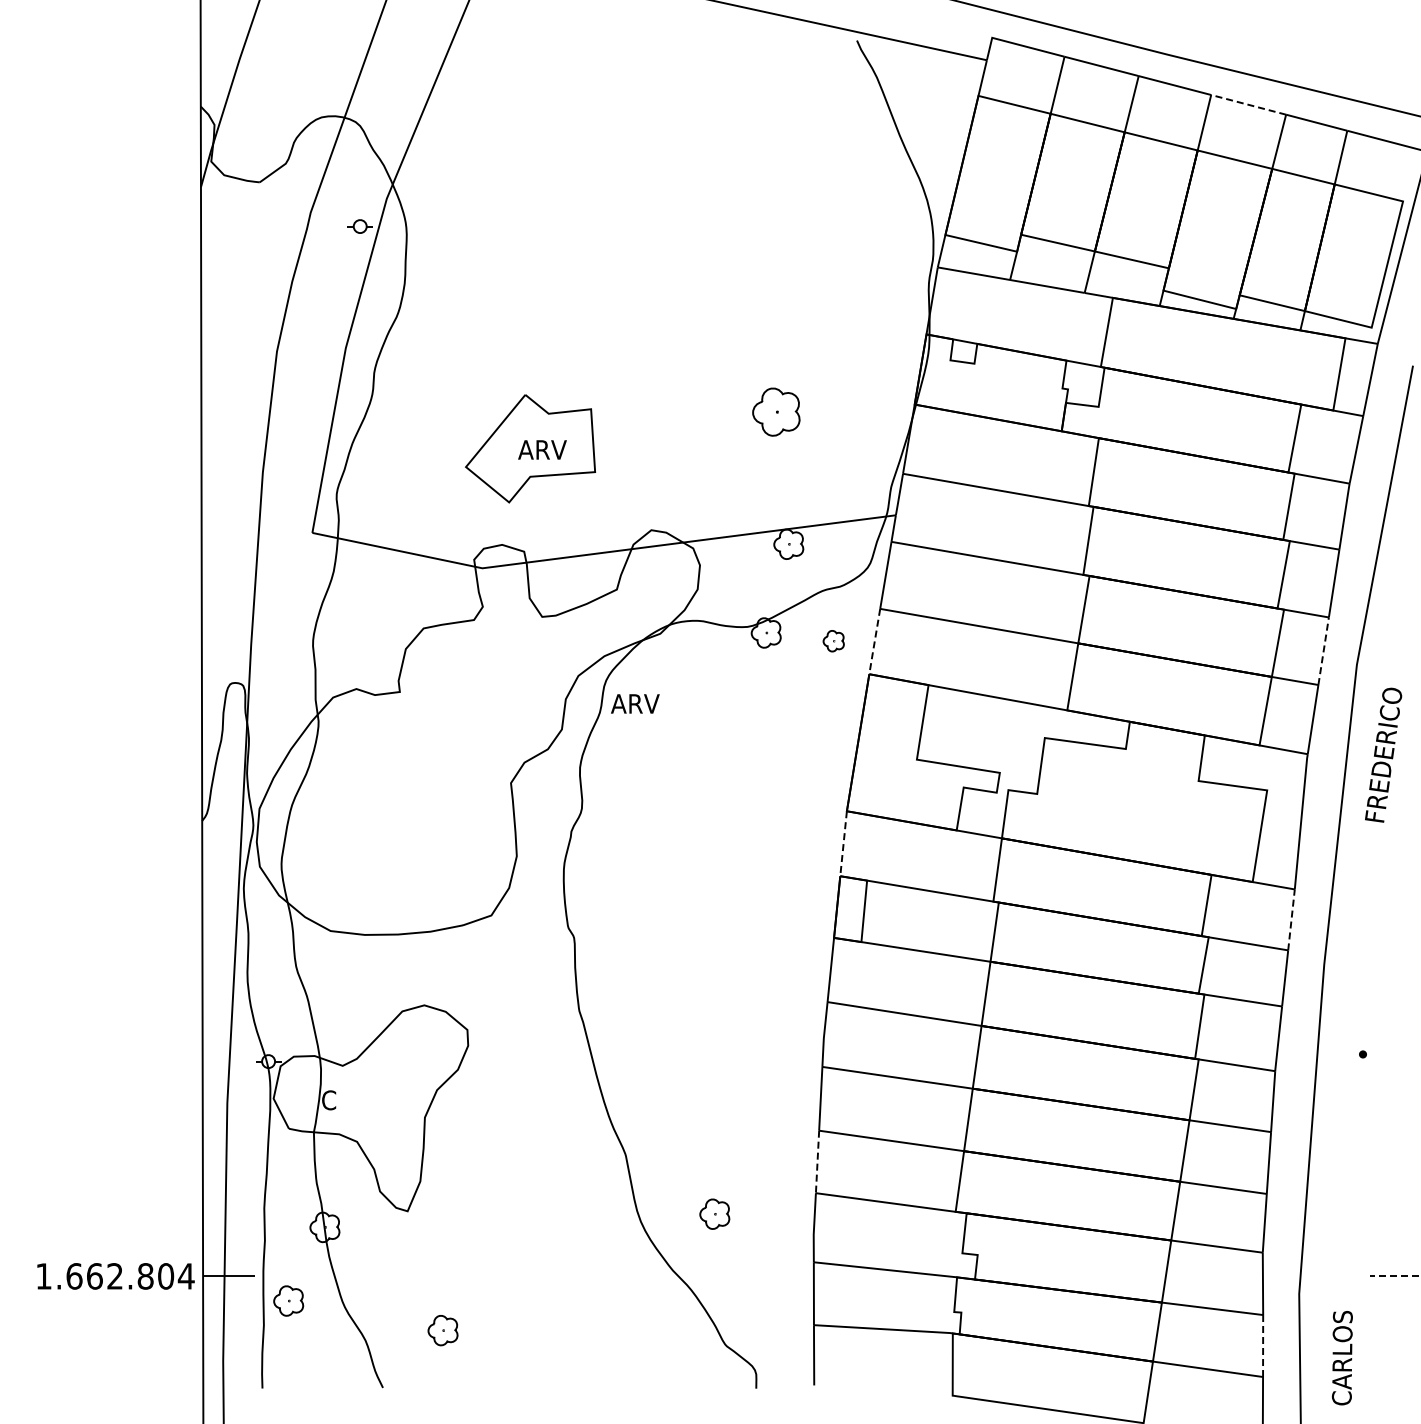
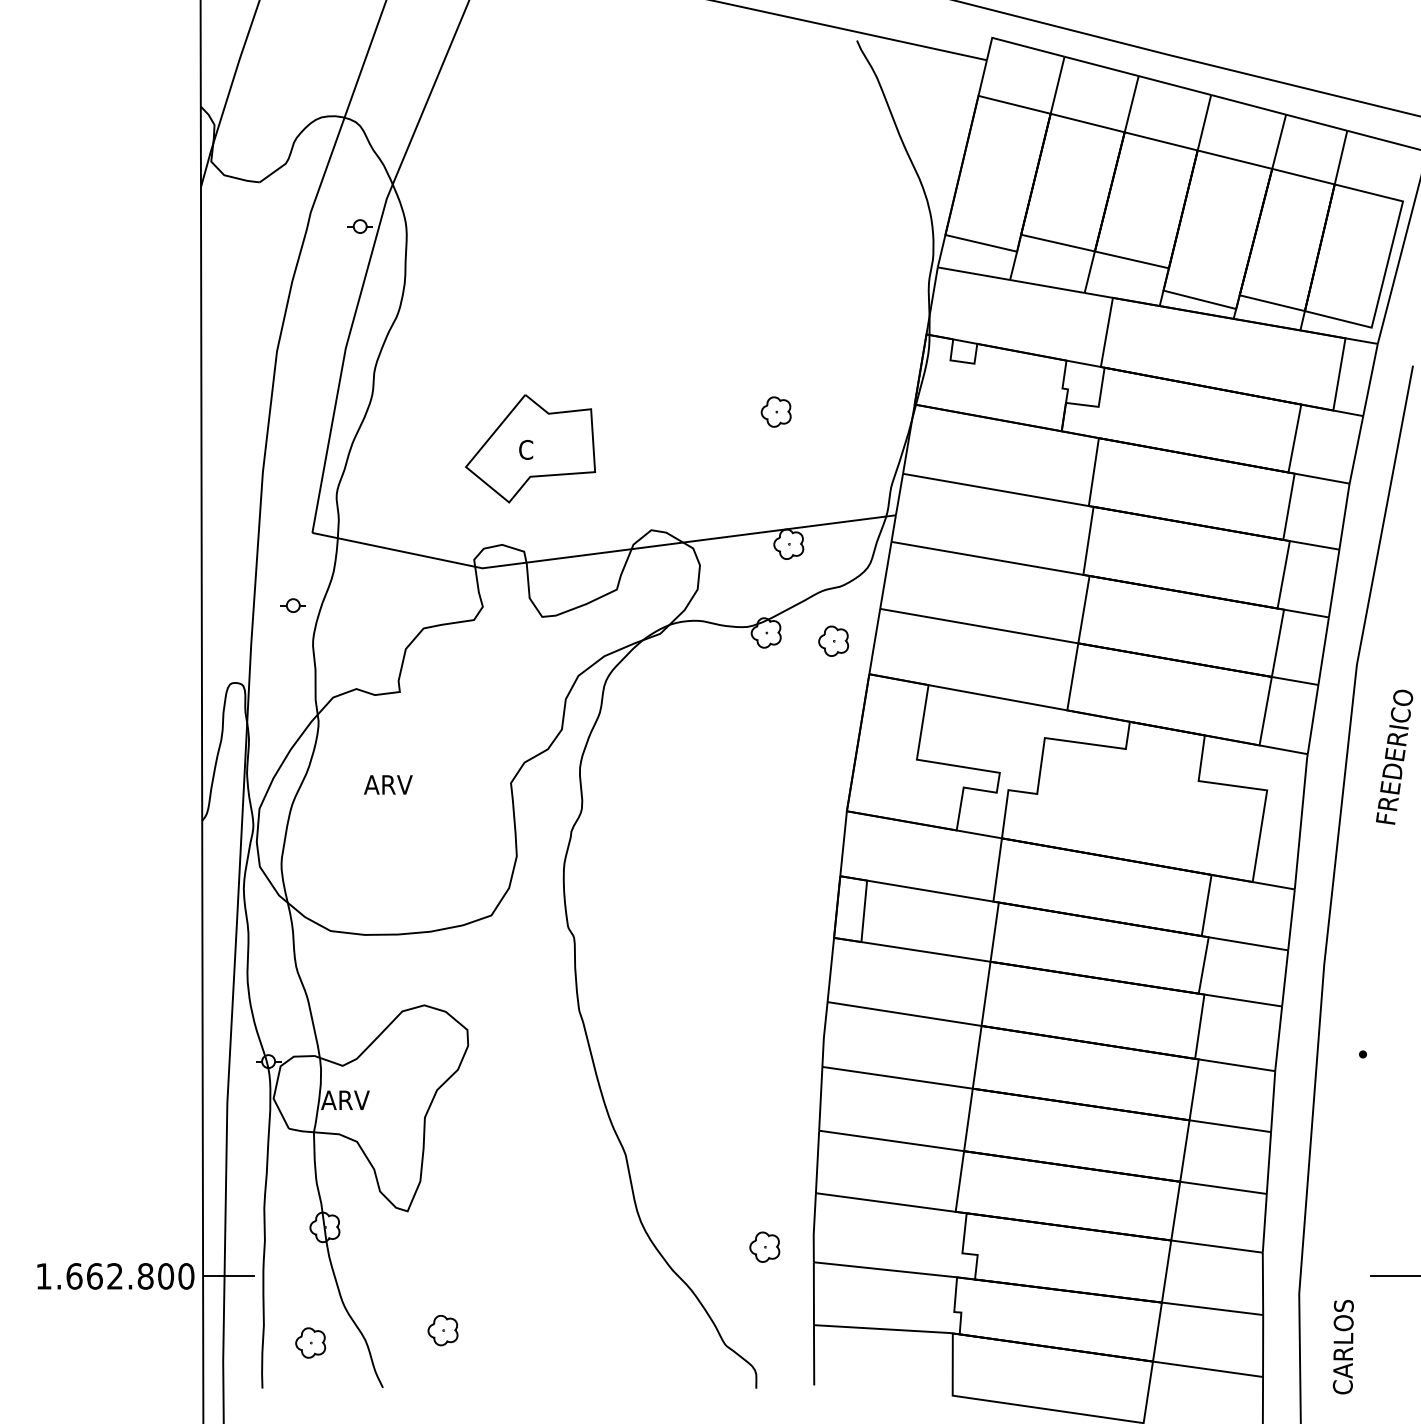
line at (1248, 104): dashed -> solid
part at (776, 411) size: 49x50 px -> 32x32 px
text at (542, 449): ARV -> C
part at (292, 605): none -> present
part at (833, 641) size: 23x23 px -> 32x32 px
line at (874, 642): dashed -> solid
line at (1323, 650): dashed -> solid
text at (635, 703) position: (635, 703) -> (388, 784)
text at (1383, 754) position: (1383, 754) -> (1394, 756)
line at (843, 843): dashed -> solid
line at (1291, 919): dashed -> solid
text at (345, 1100): C -> ARV
line at (817, 1162): dashed -> solid
part at (714, 1213) position: (714, 1213) -> (764, 1246)
text at (185, 1276): 1.662.804 -> 1.662.800
line at (1395, 1276): dashed -> solid
part at (288, 1300) position: (288, 1300) -> (310, 1342)
line at (1263, 1346): dashed -> solid
text at (1341, 1358) position: (1341, 1358) -> (1342, 1347)
